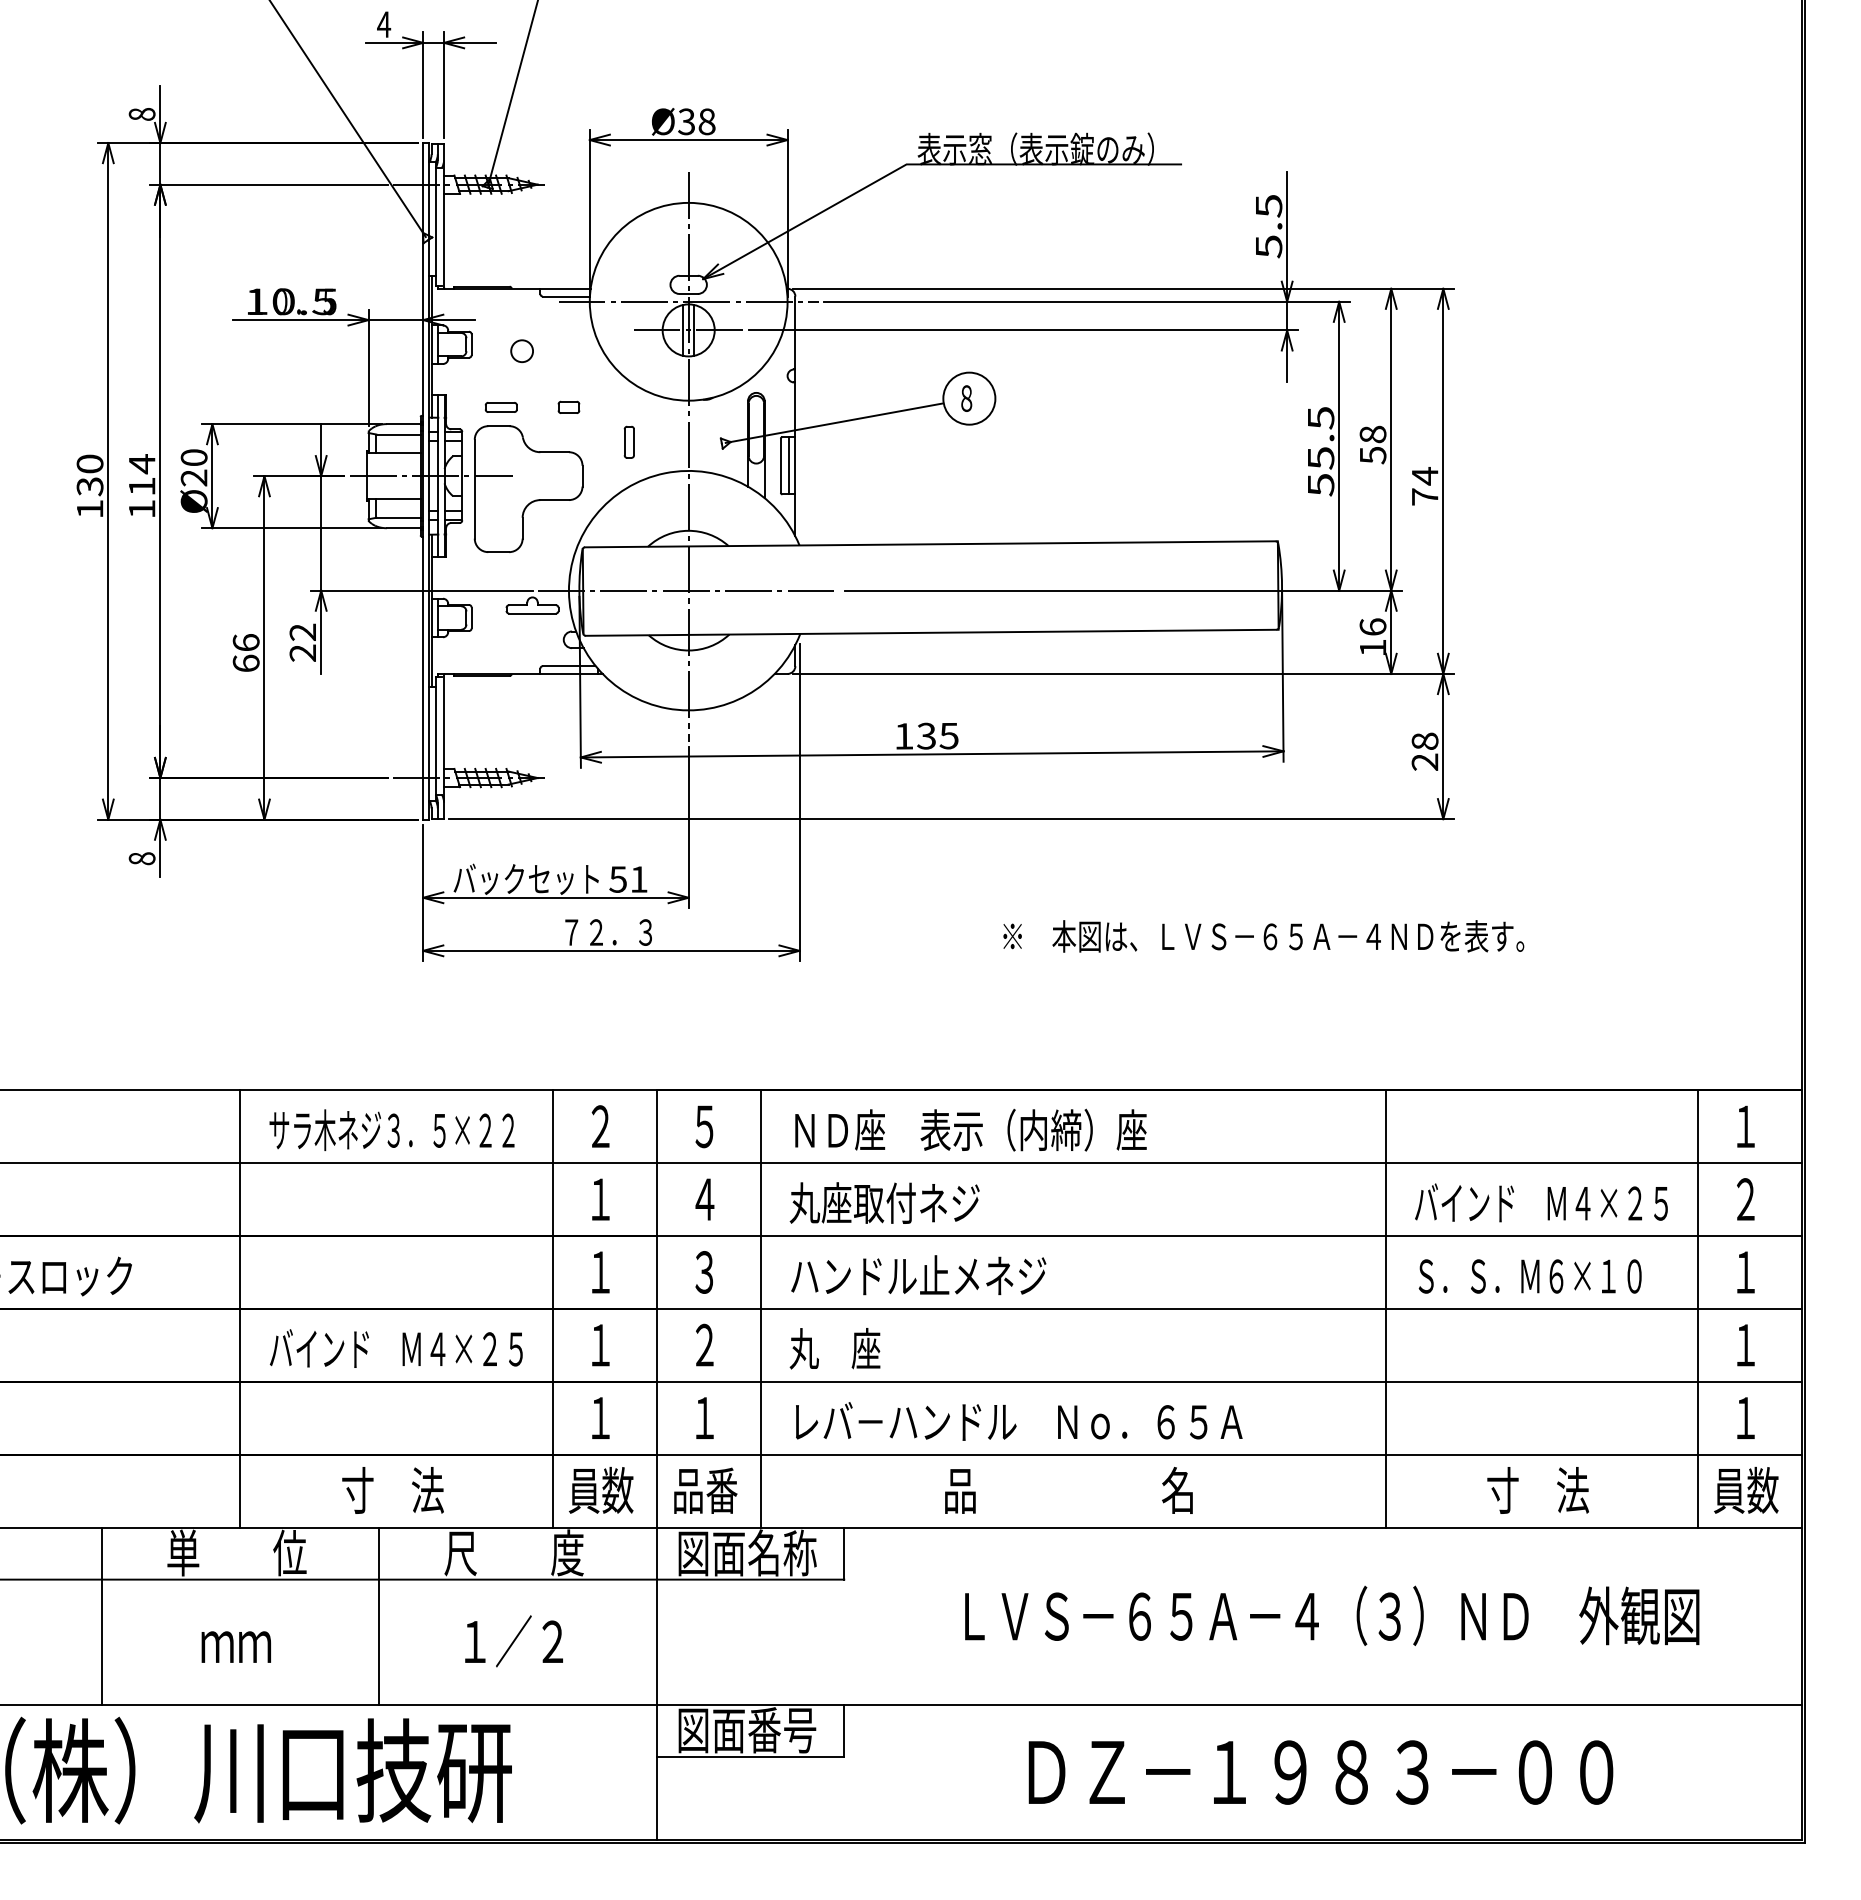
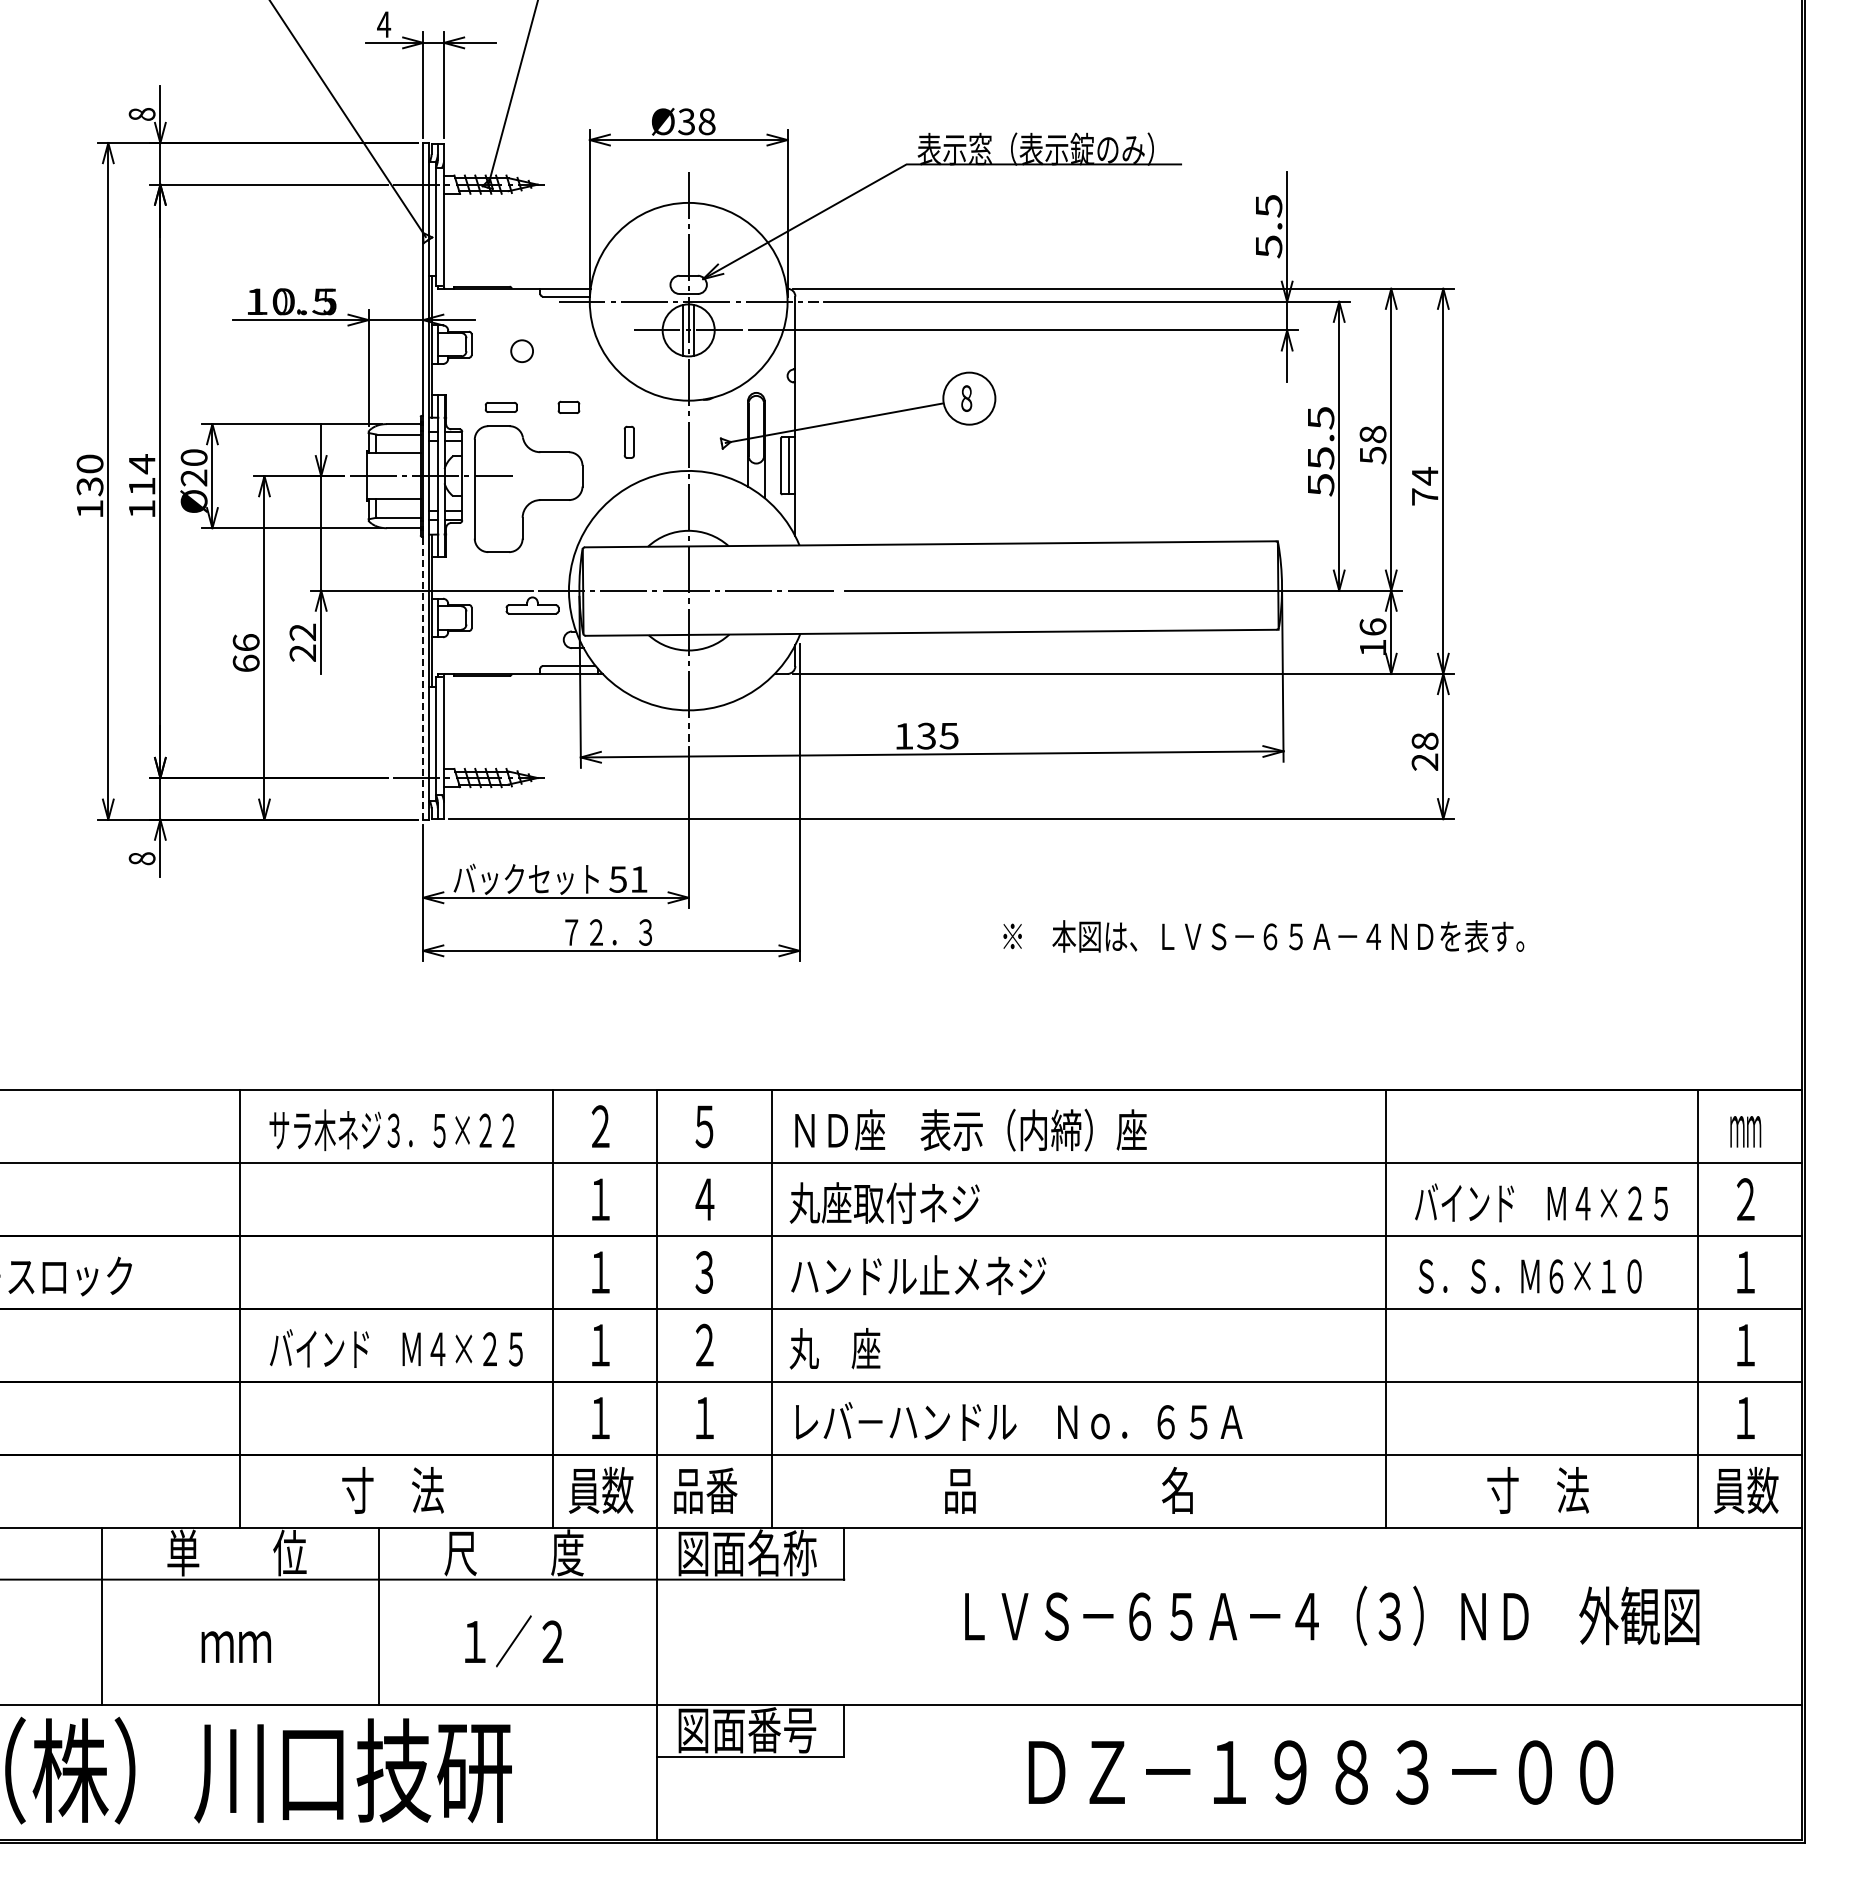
line at (423, 678): solid -> dashed
text at (1745, 1126): １ -> ｍｍ
line at (760, 1308) position: (760, 1308) -> (771, 1308)
